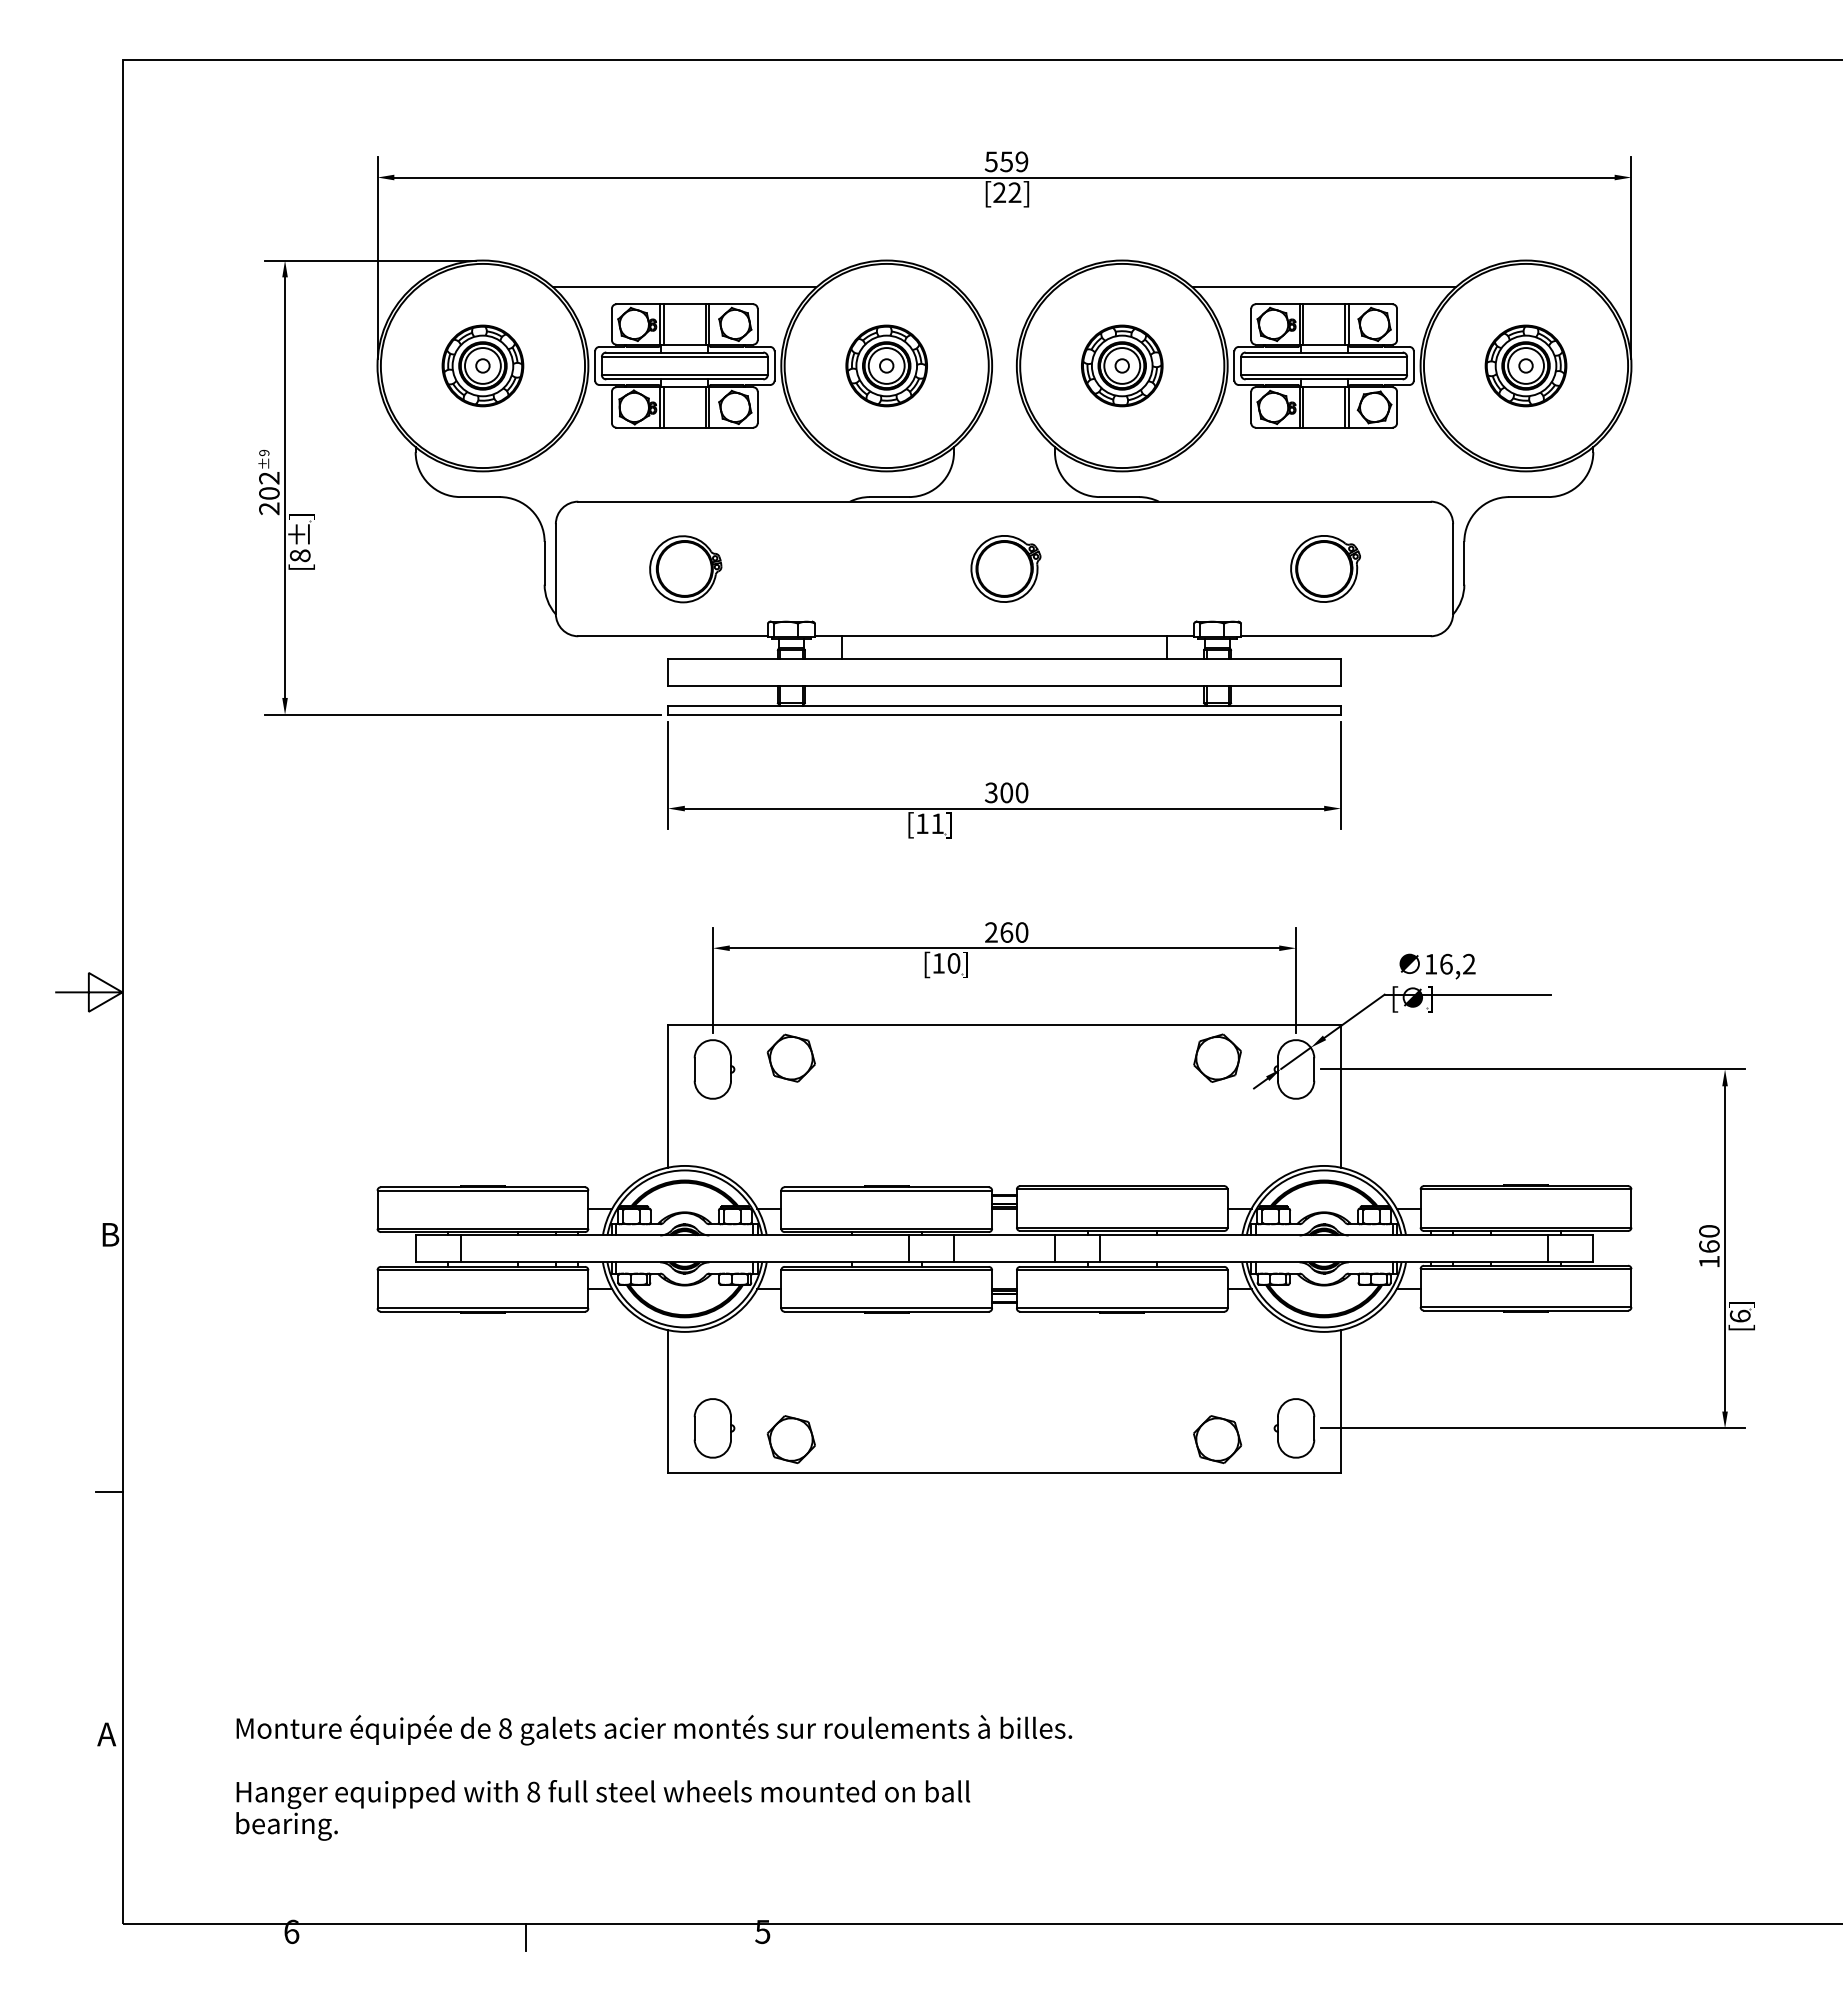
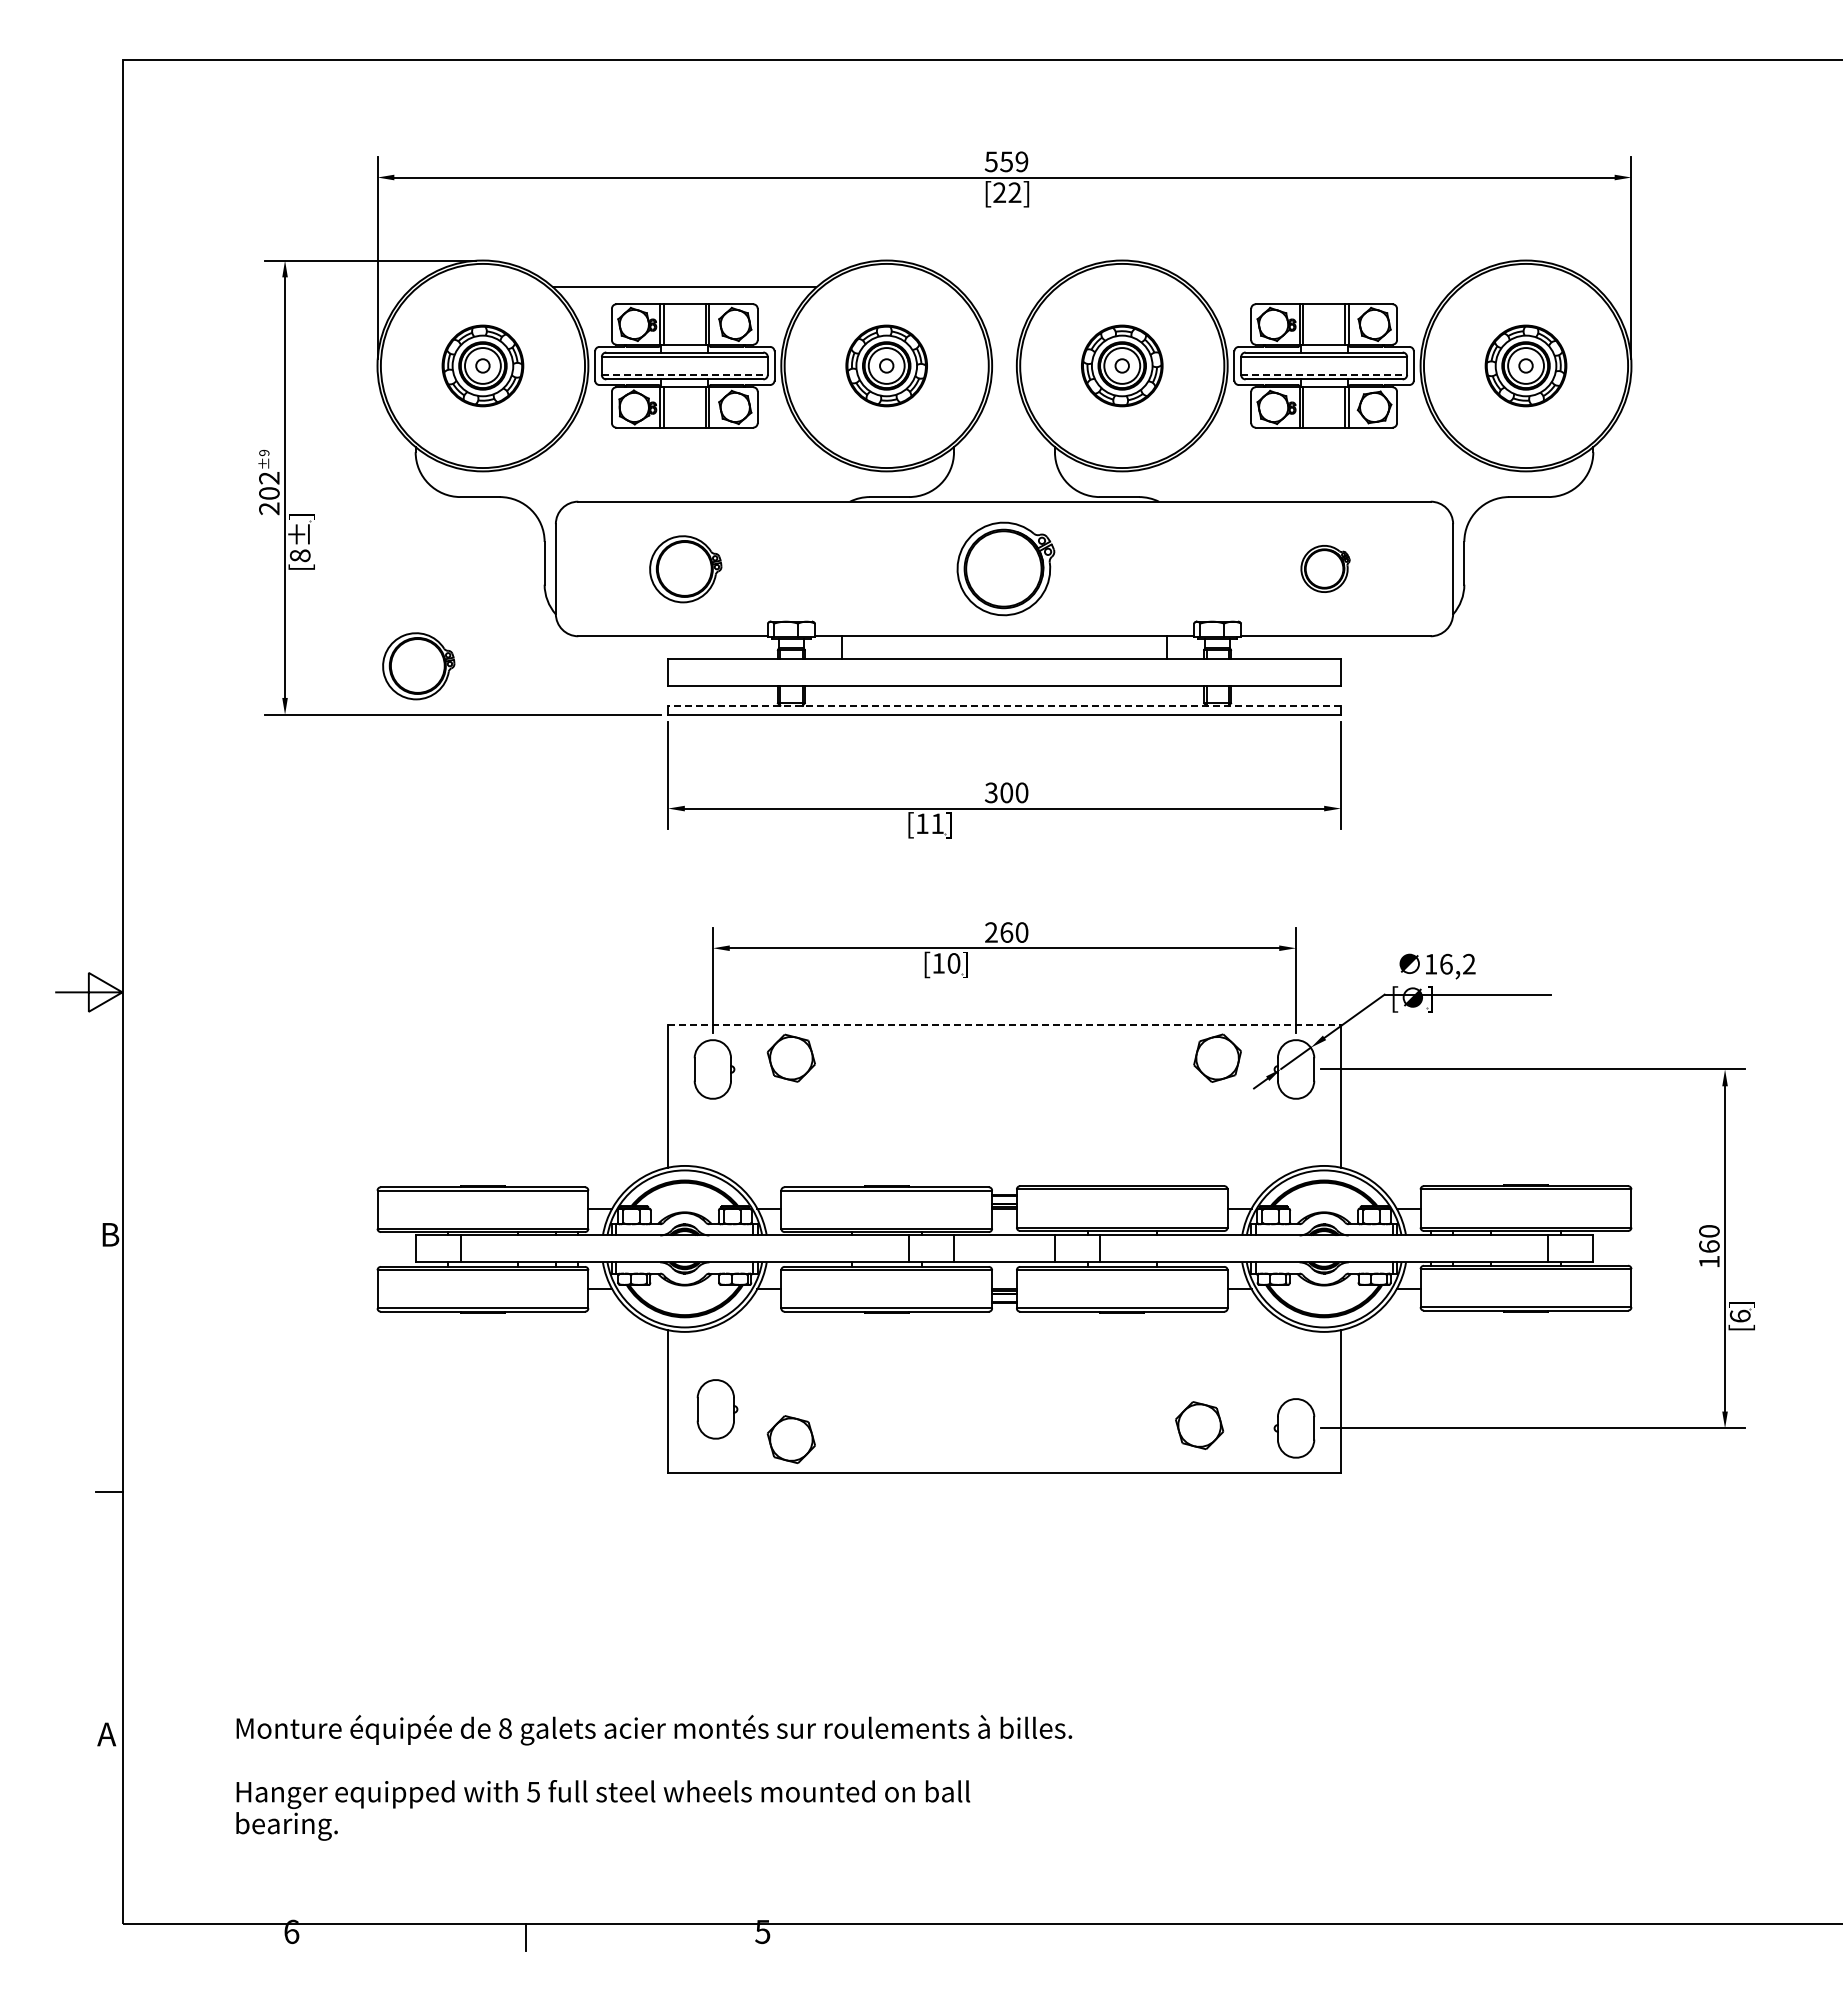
line at (1323, 287): present -> none
line at (684, 374): solid -> dashed
line at (1324, 374): solid -> dashed
part at (1005, 568) size: 72x68 px -> 100x96 px
part at (1325, 568) size: 71x68 px -> 51x48 px
part at (418, 666): none -> present
line at (1003, 705): solid -> dashed
line at (1004, 1024): solid -> dashed
part at (714, 1428) position: (714, 1428) -> (717, 1409)
part at (1217, 1439) position: (1217, 1439) -> (1199, 1425)
text at (533, 1791): 8 -> 5
